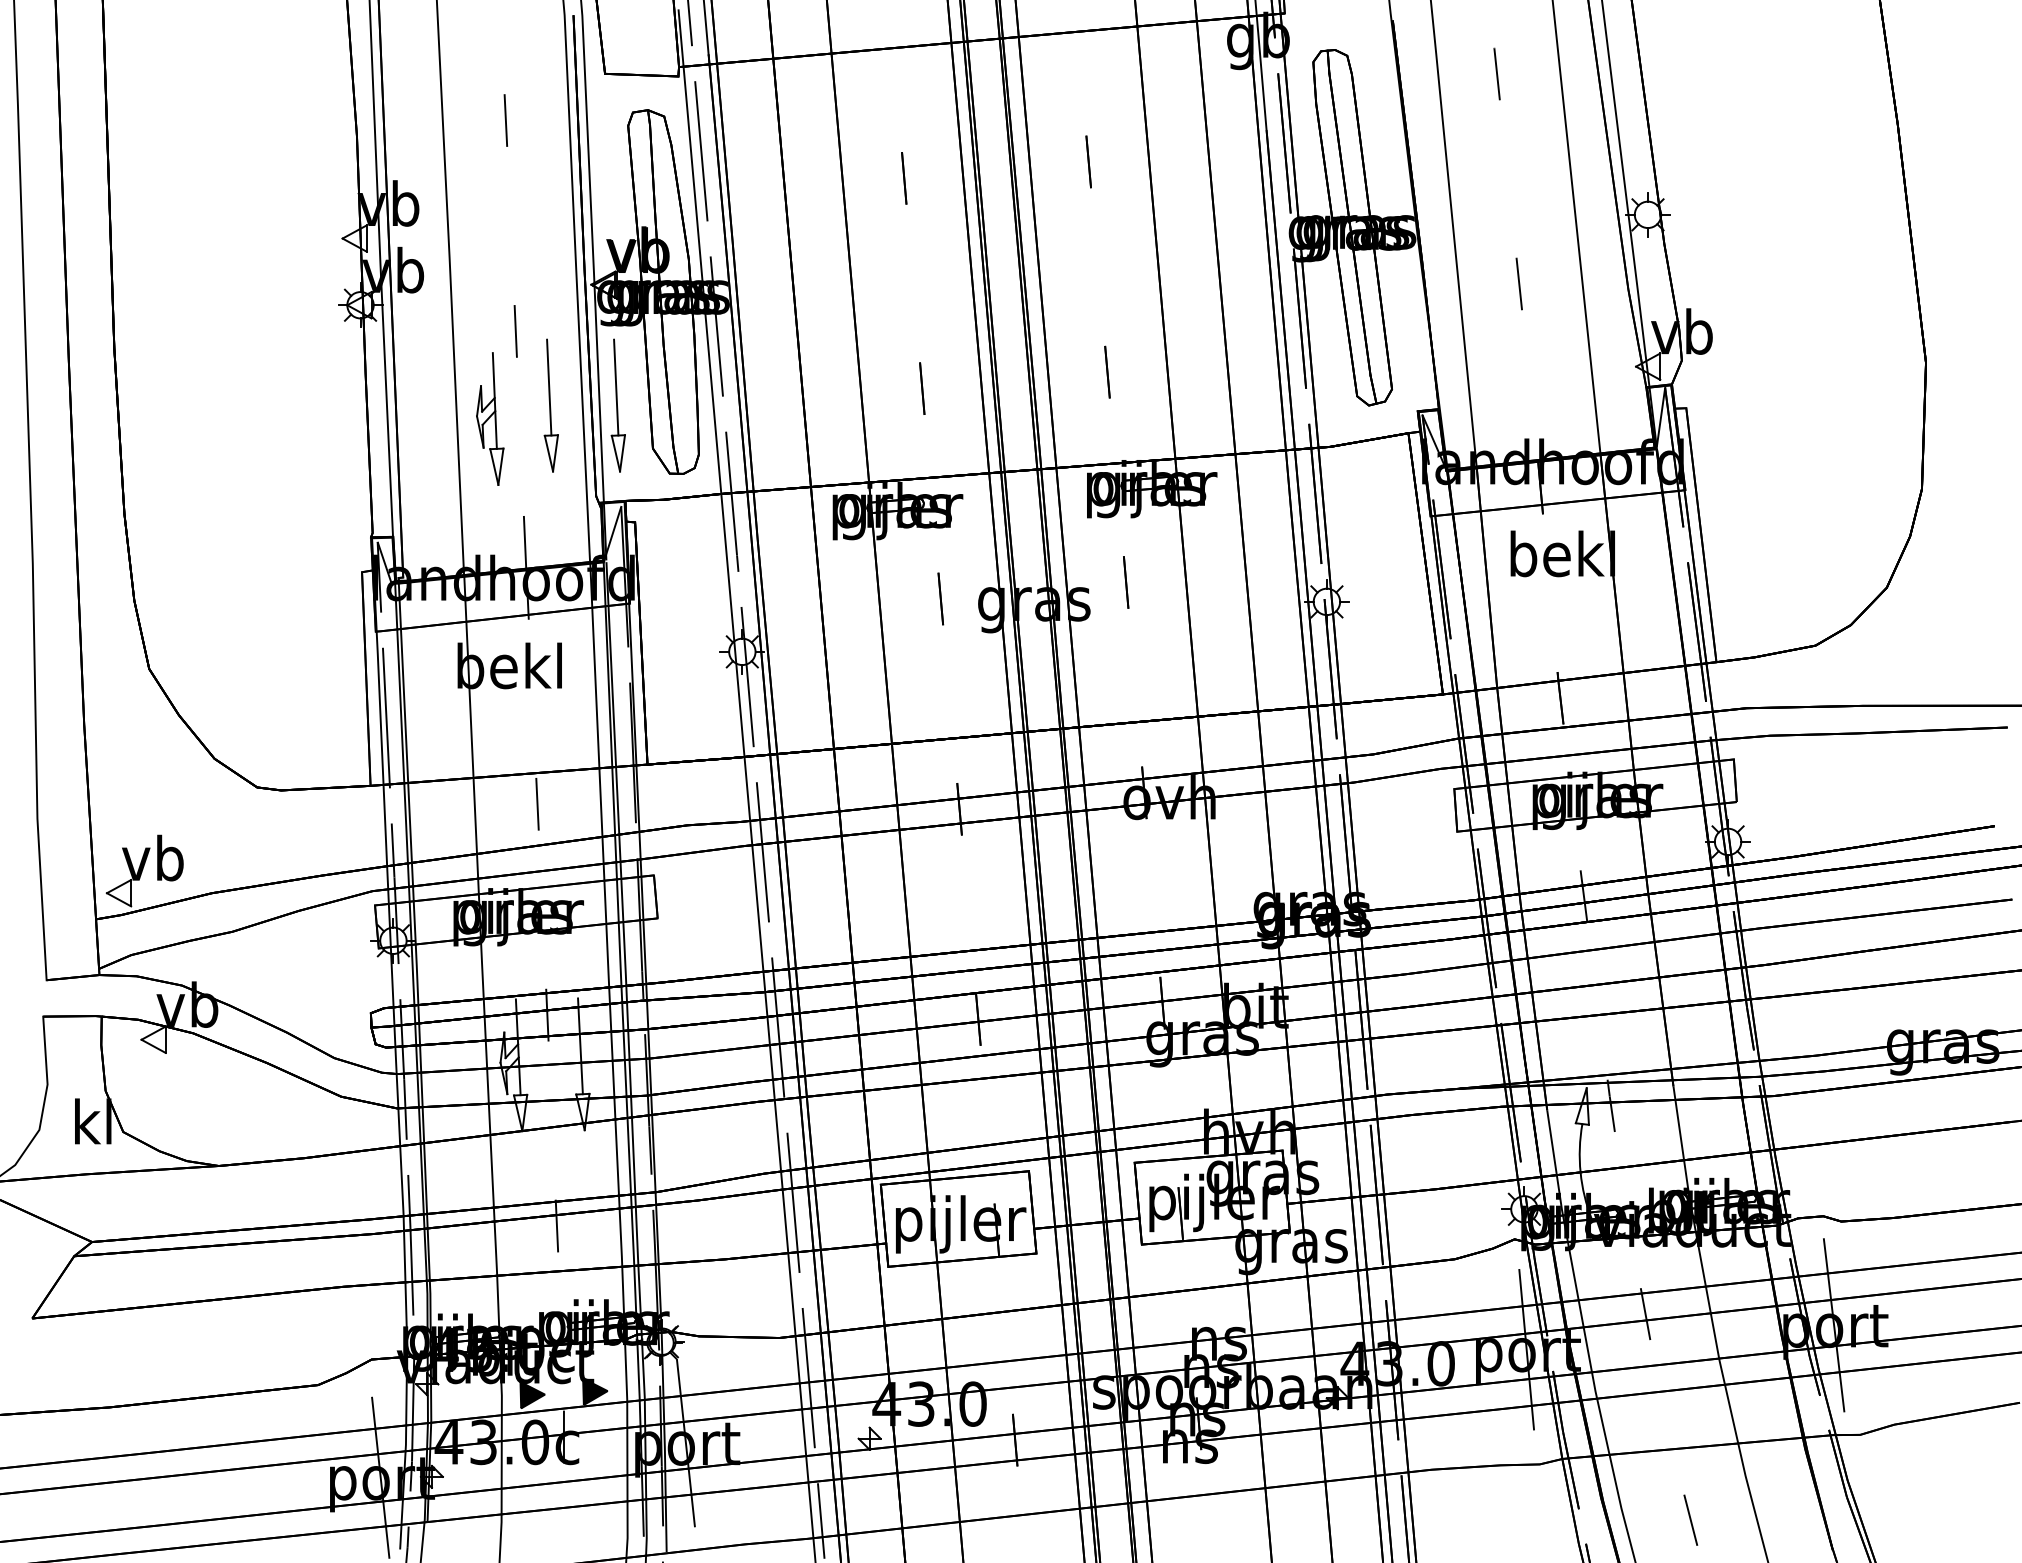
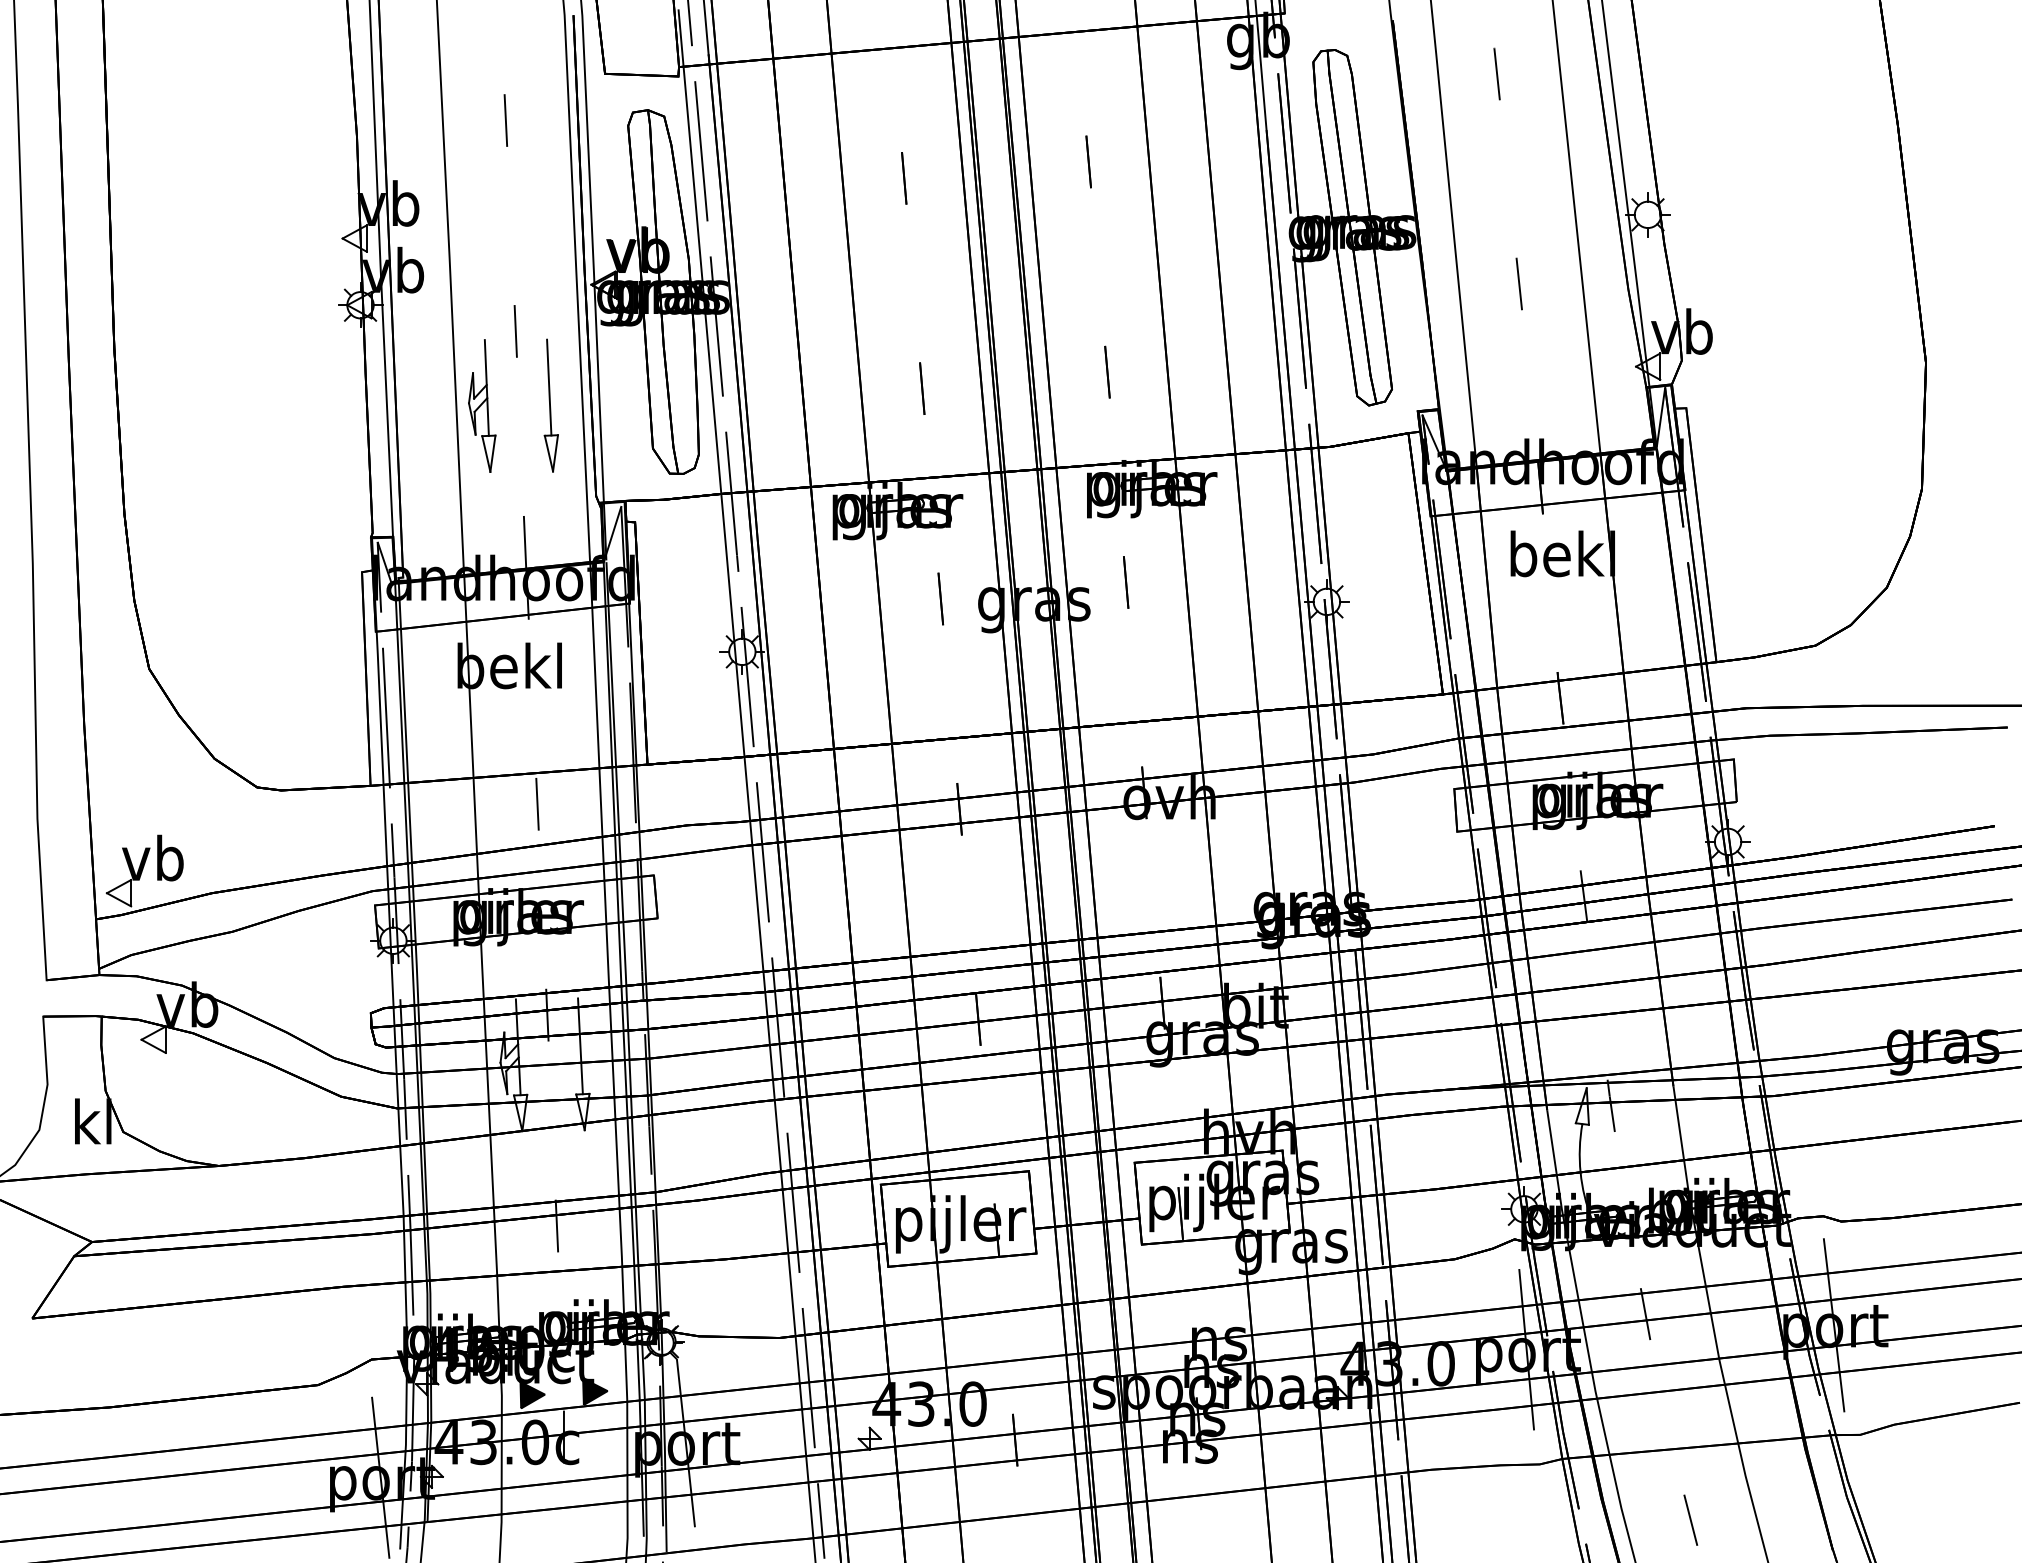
part at (617, 405): present -> none
part at (490, 418) position: (490, 418) -> (482, 405)
